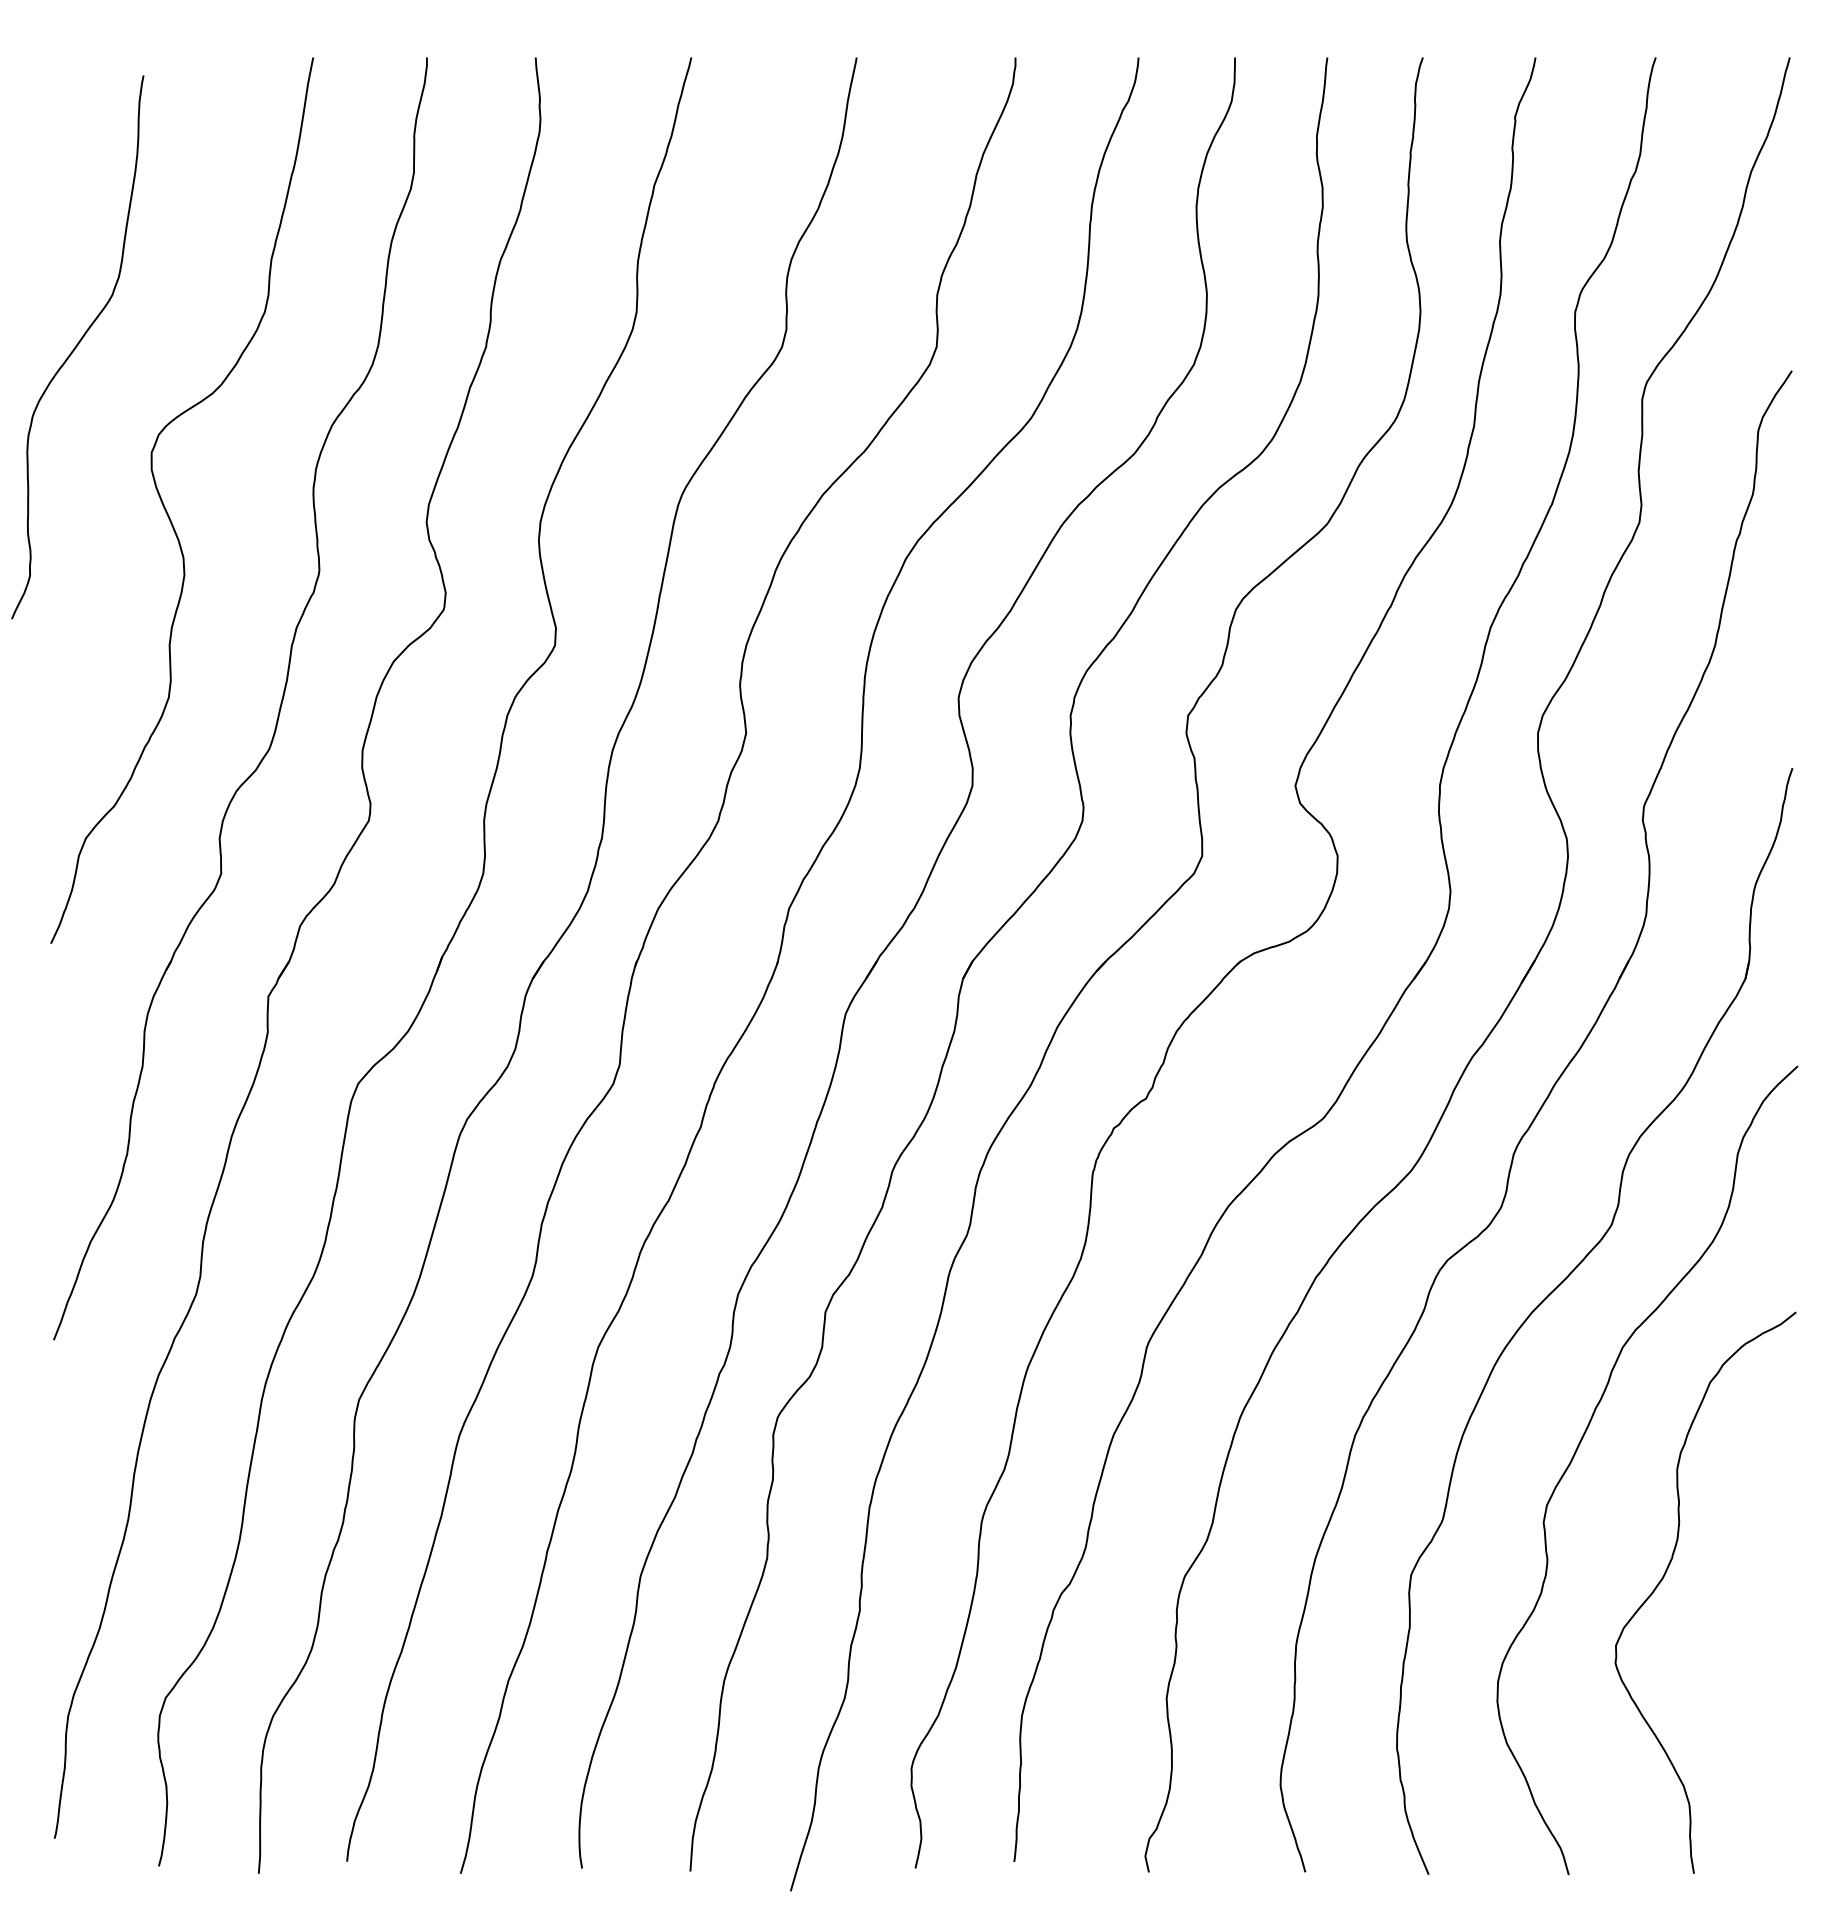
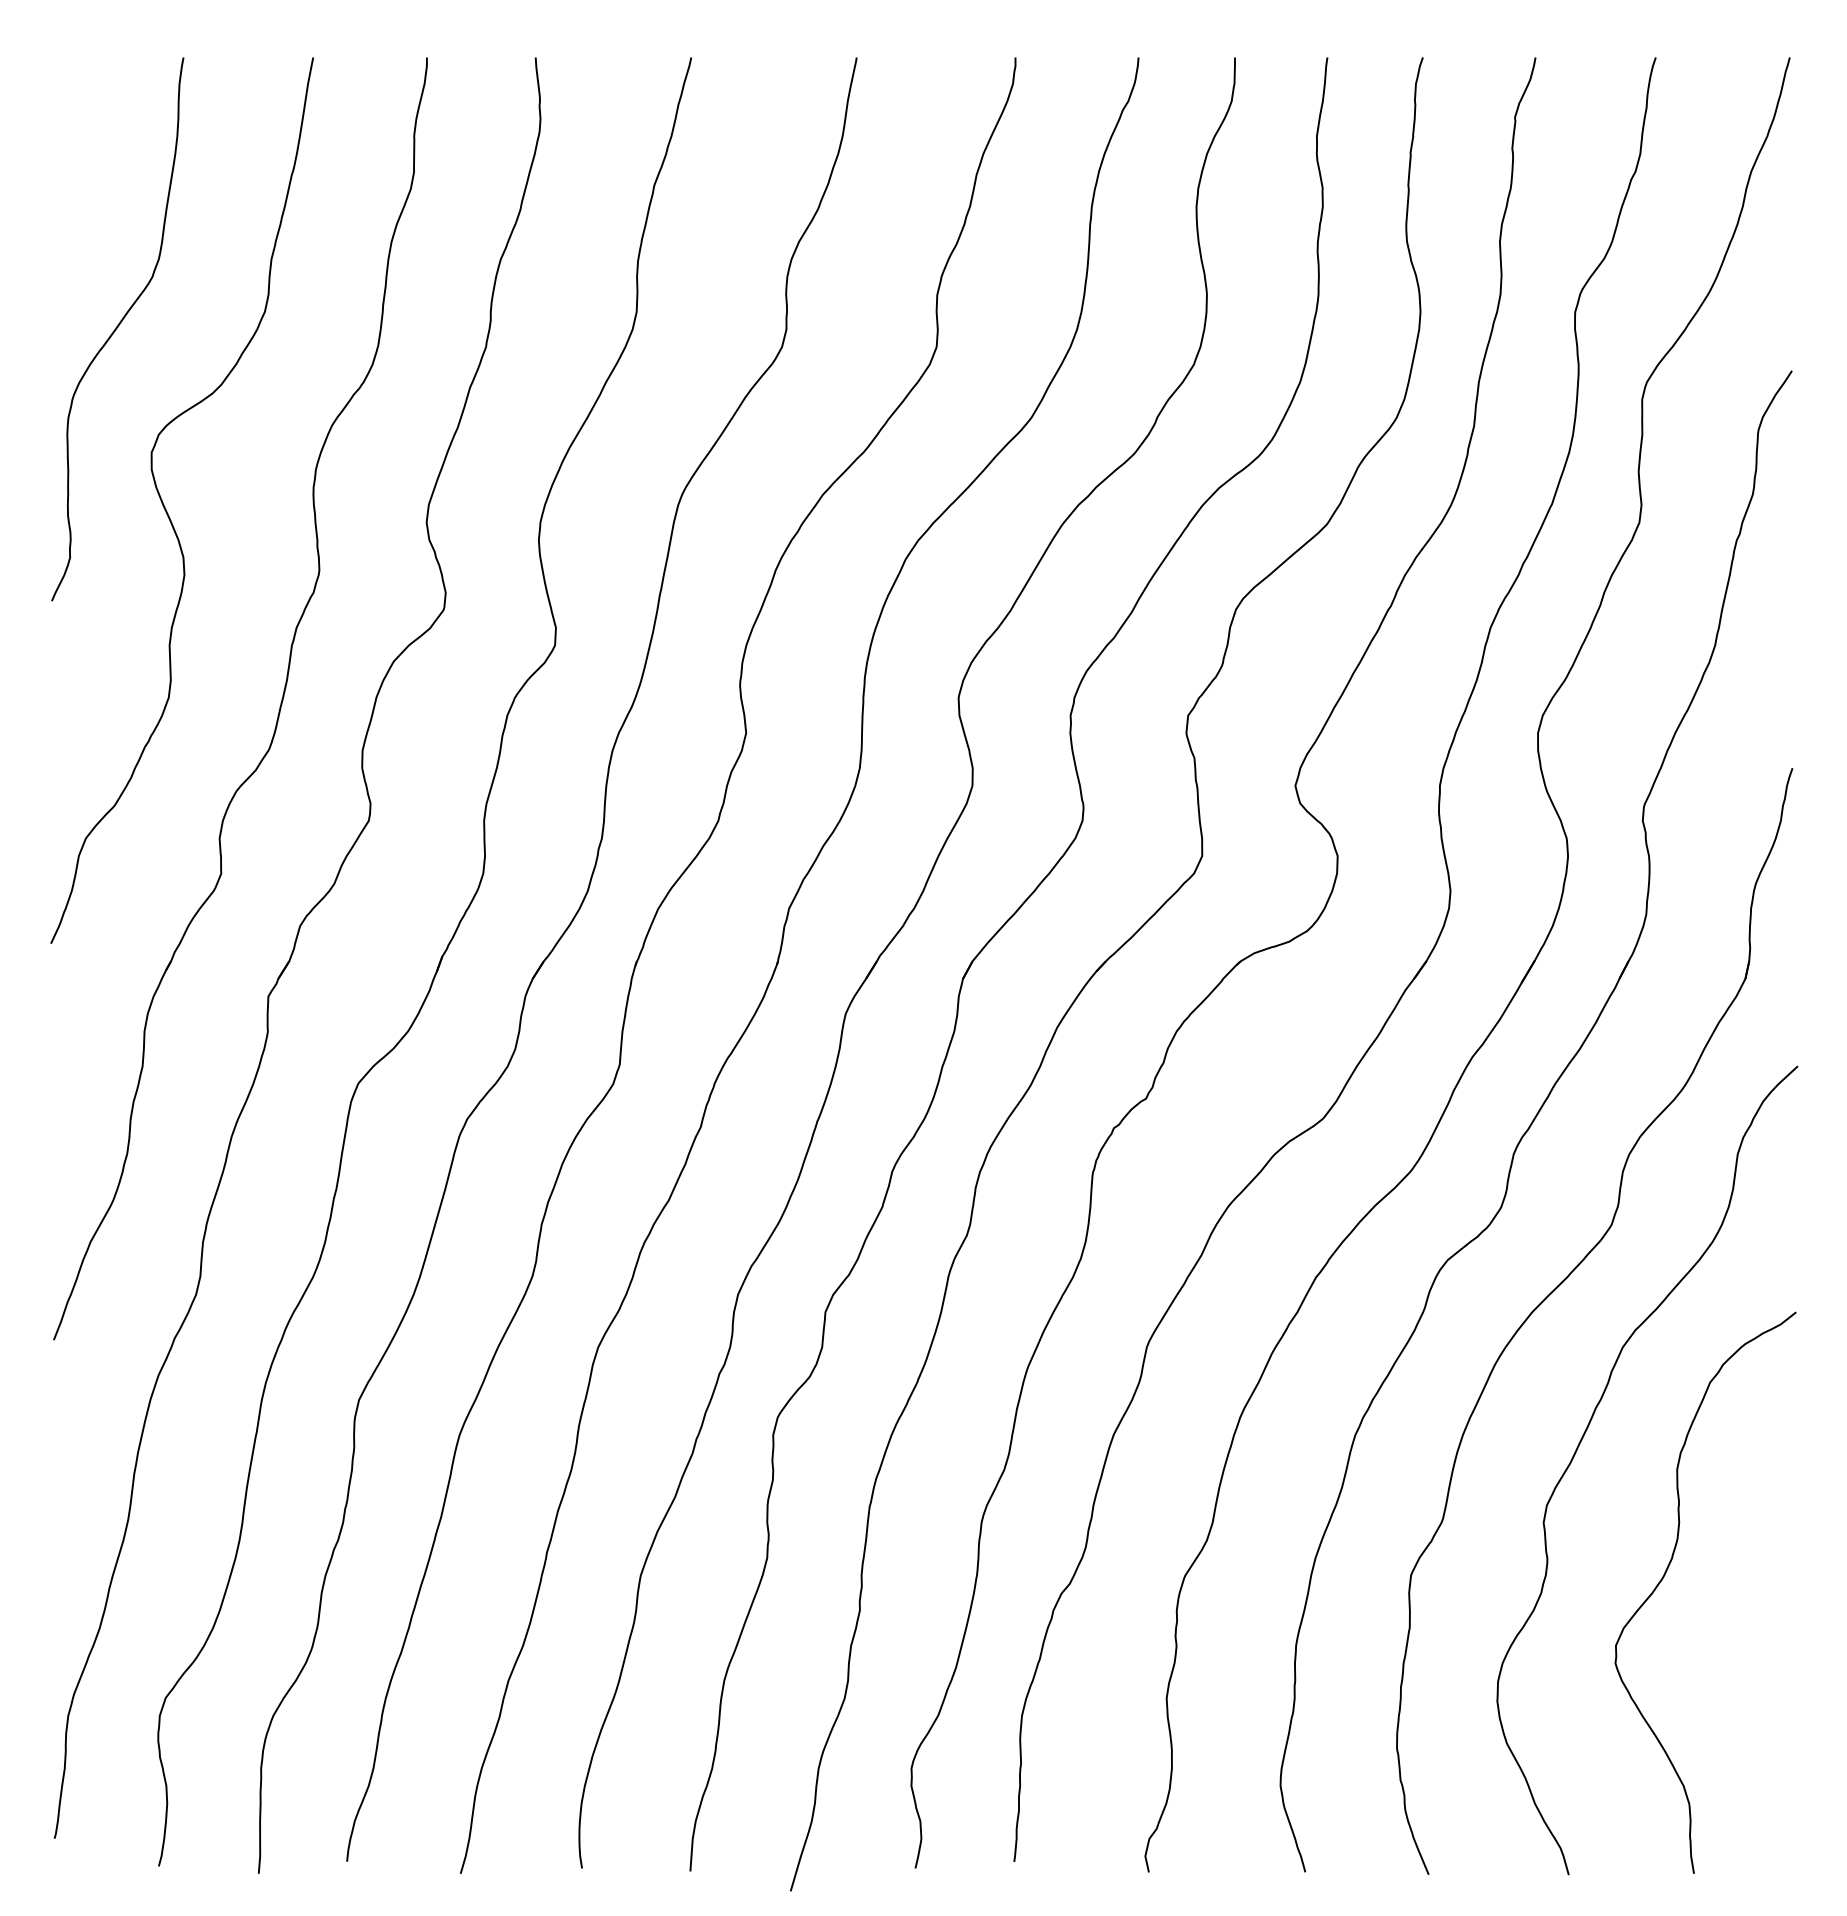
curve at (77, 346) position: (77, 346) -> (117, 328)
